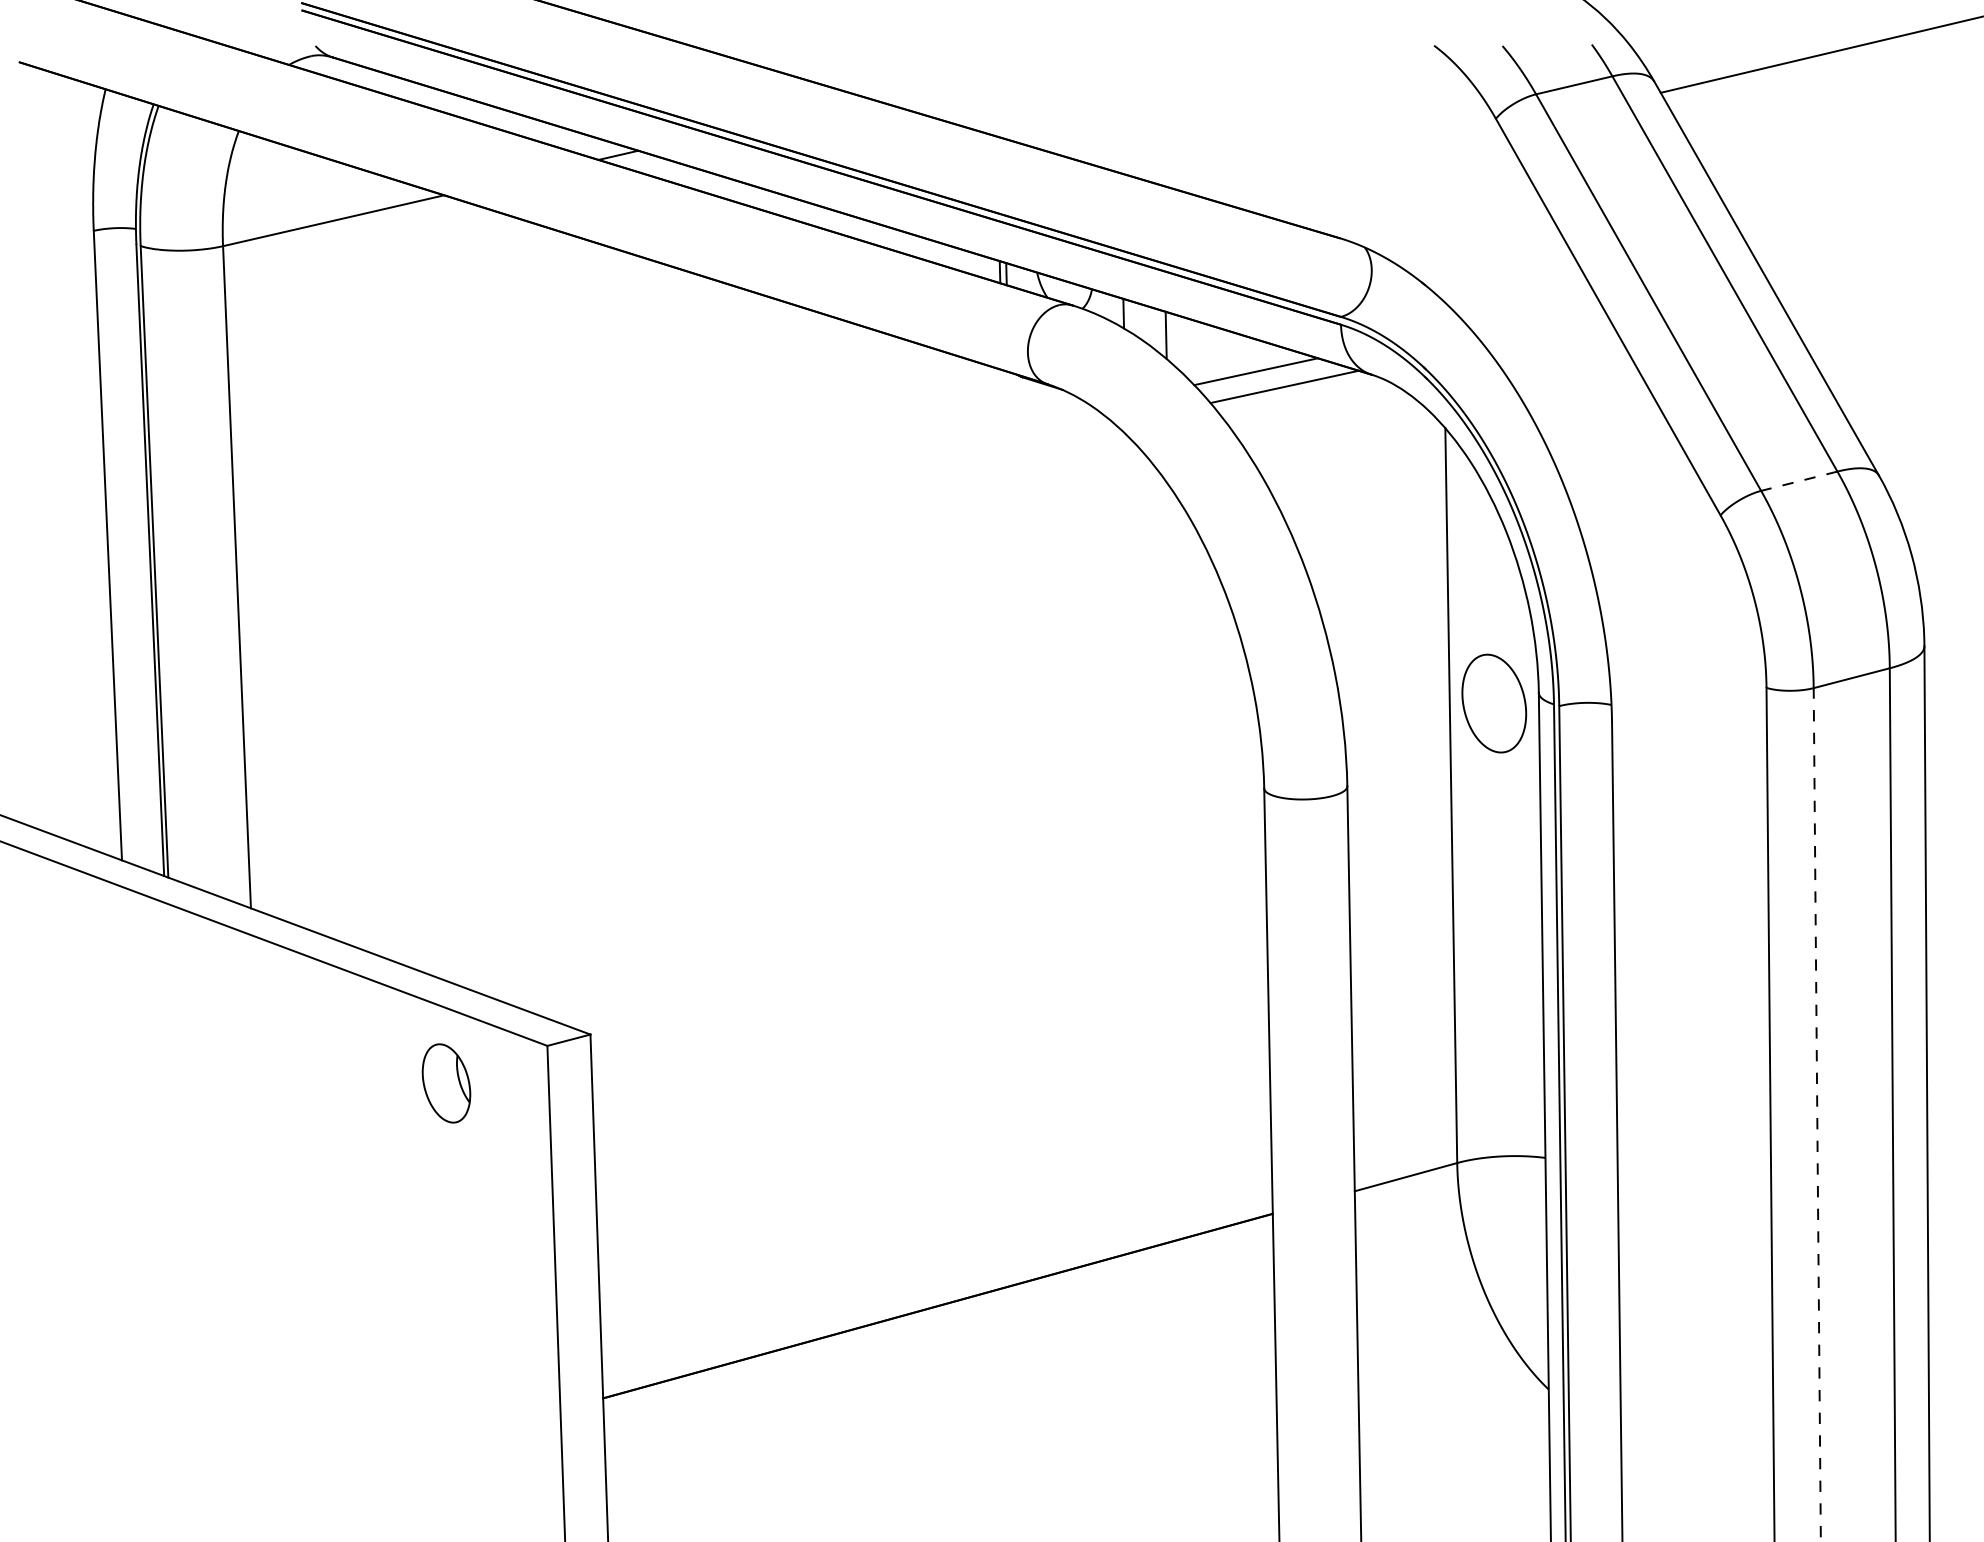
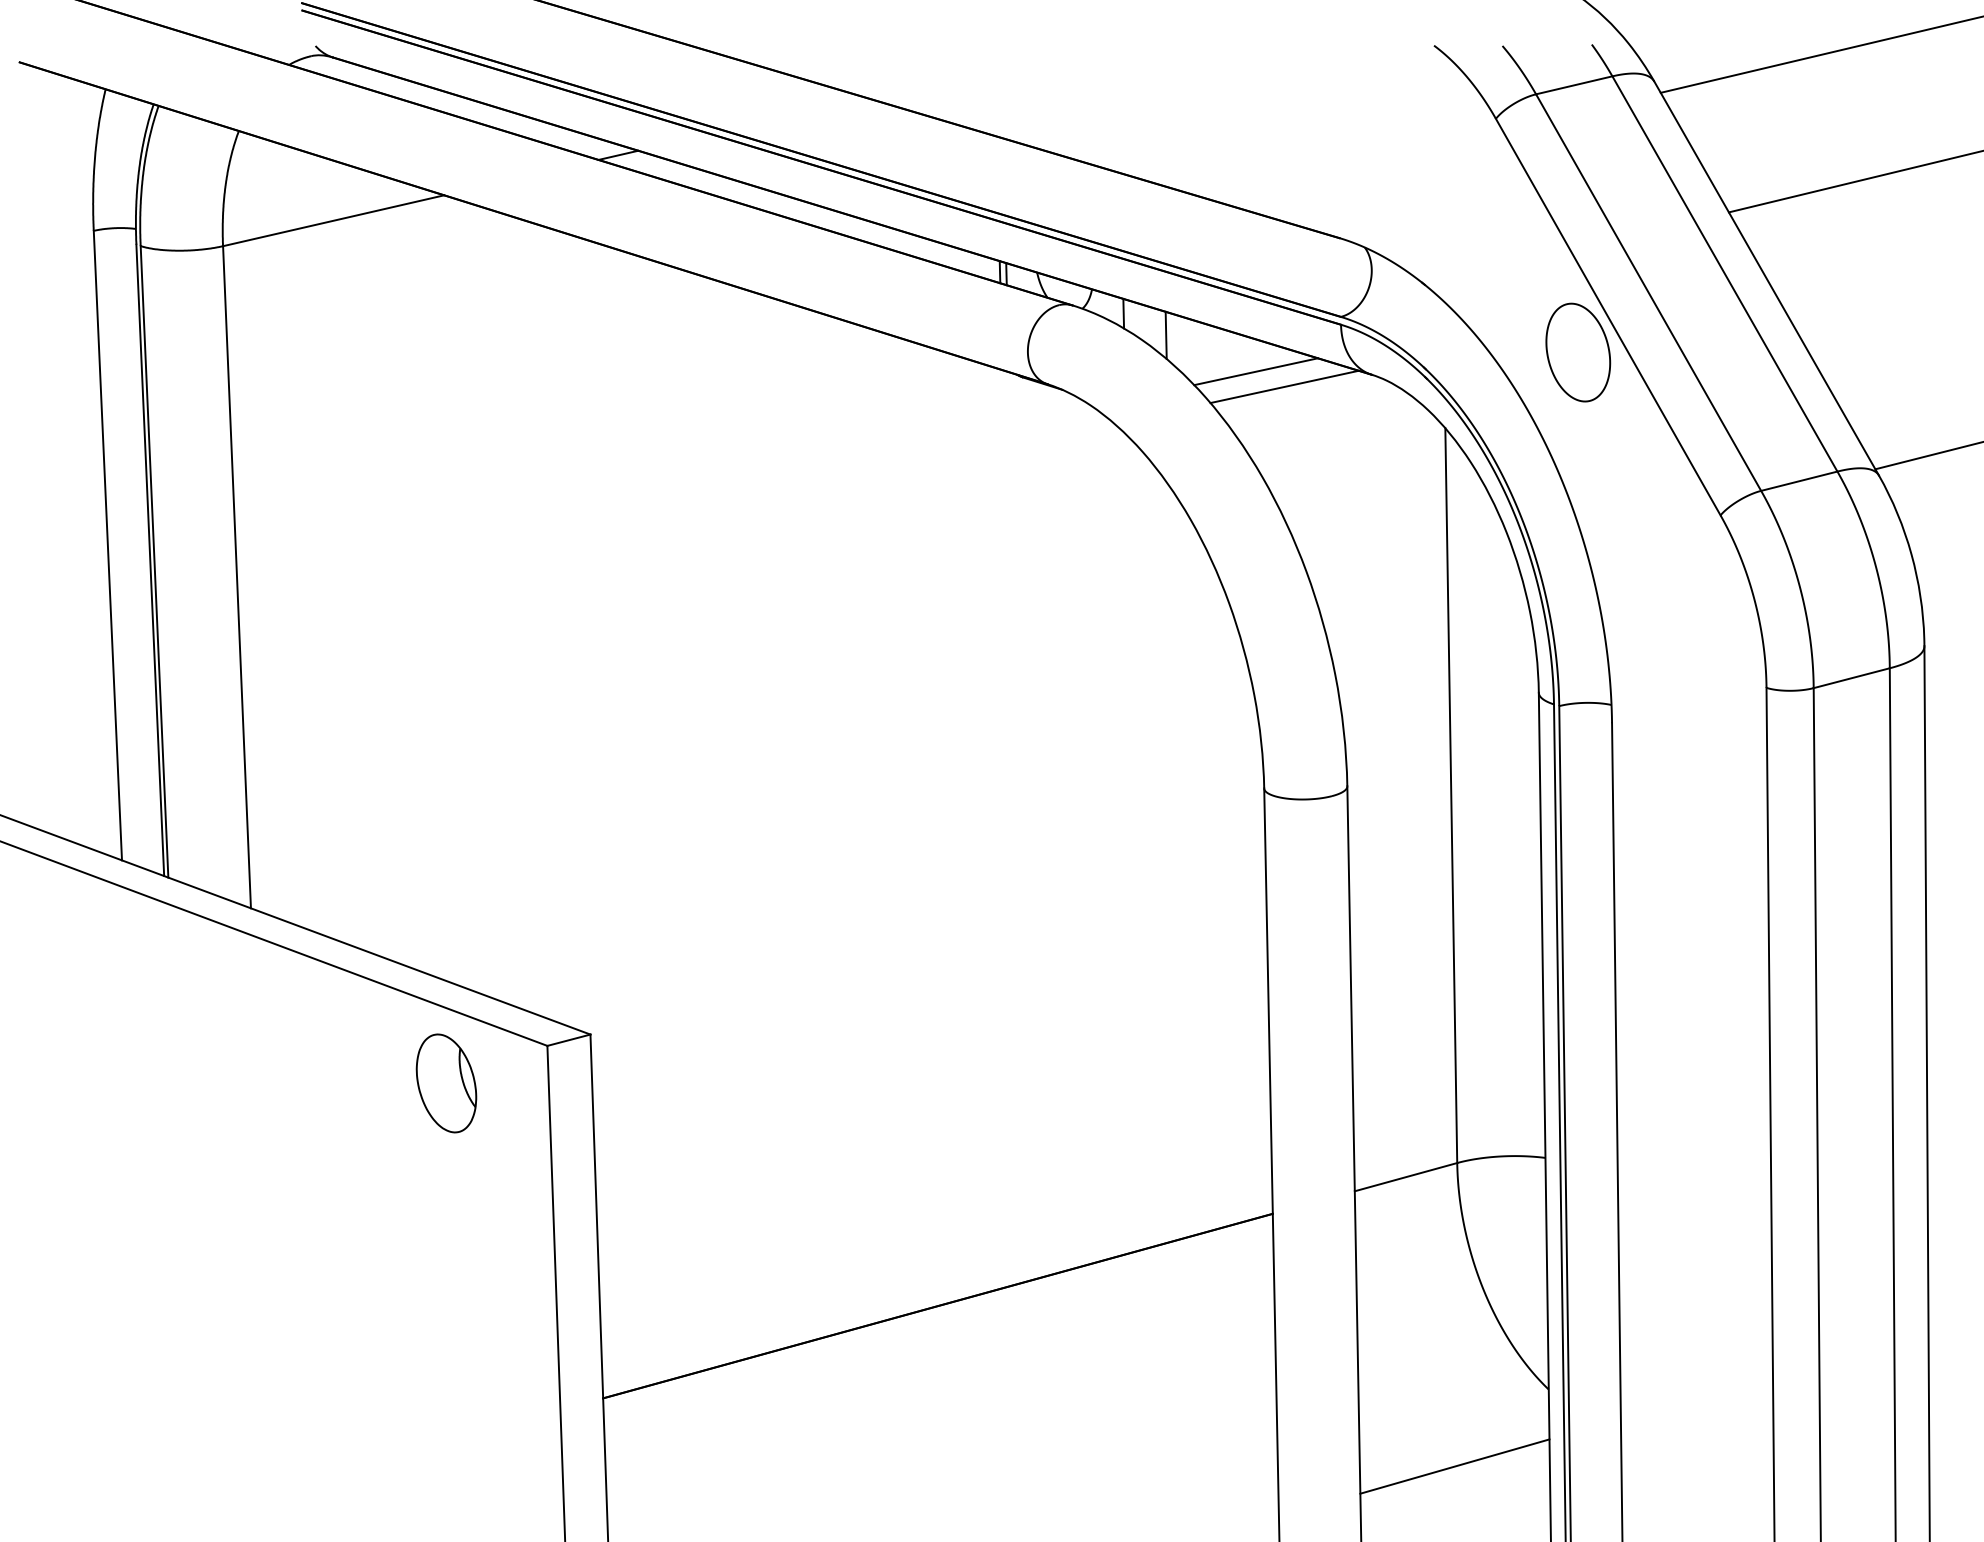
line at (1854, 181): none -> present
line at (1927, 455): none -> present
line at (1798, 481): dashed -> solid
part at (1494, 703) position: (1494, 703) -> (1578, 352)
part at (446, 1083) size: 51x81 px -> 63x101 px
line at (1817, 1115): dashed -> solid
line at (1454, 1466): none -> present
